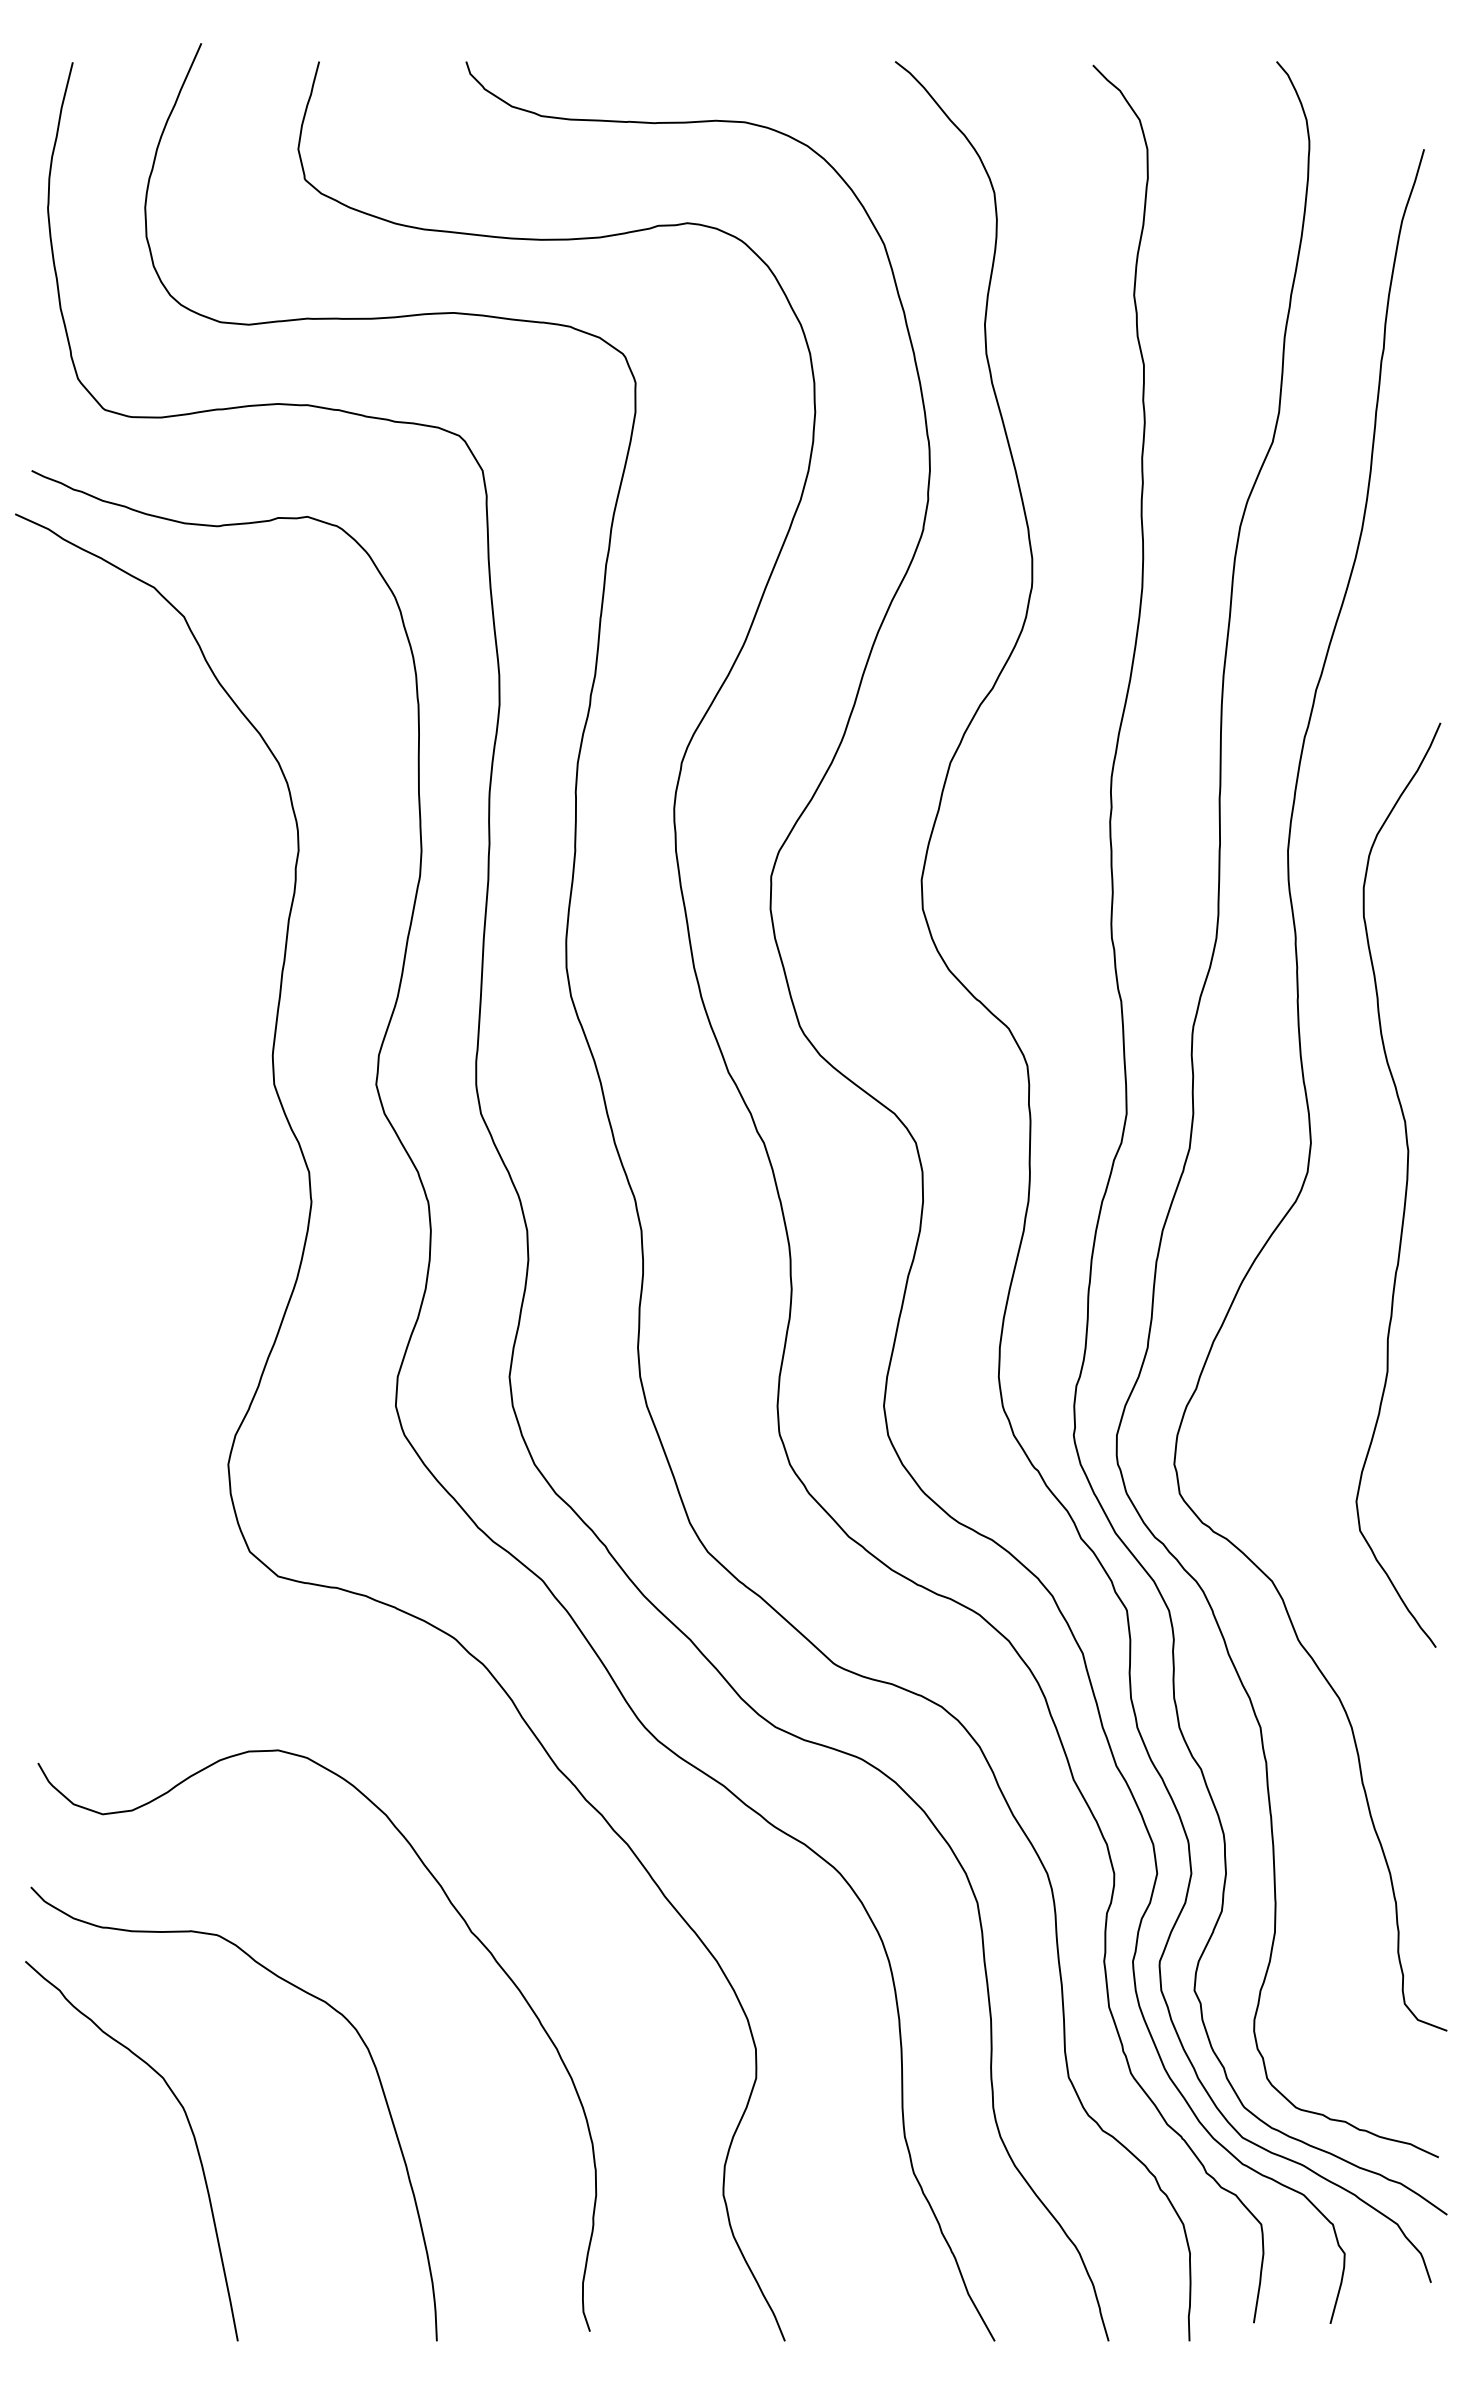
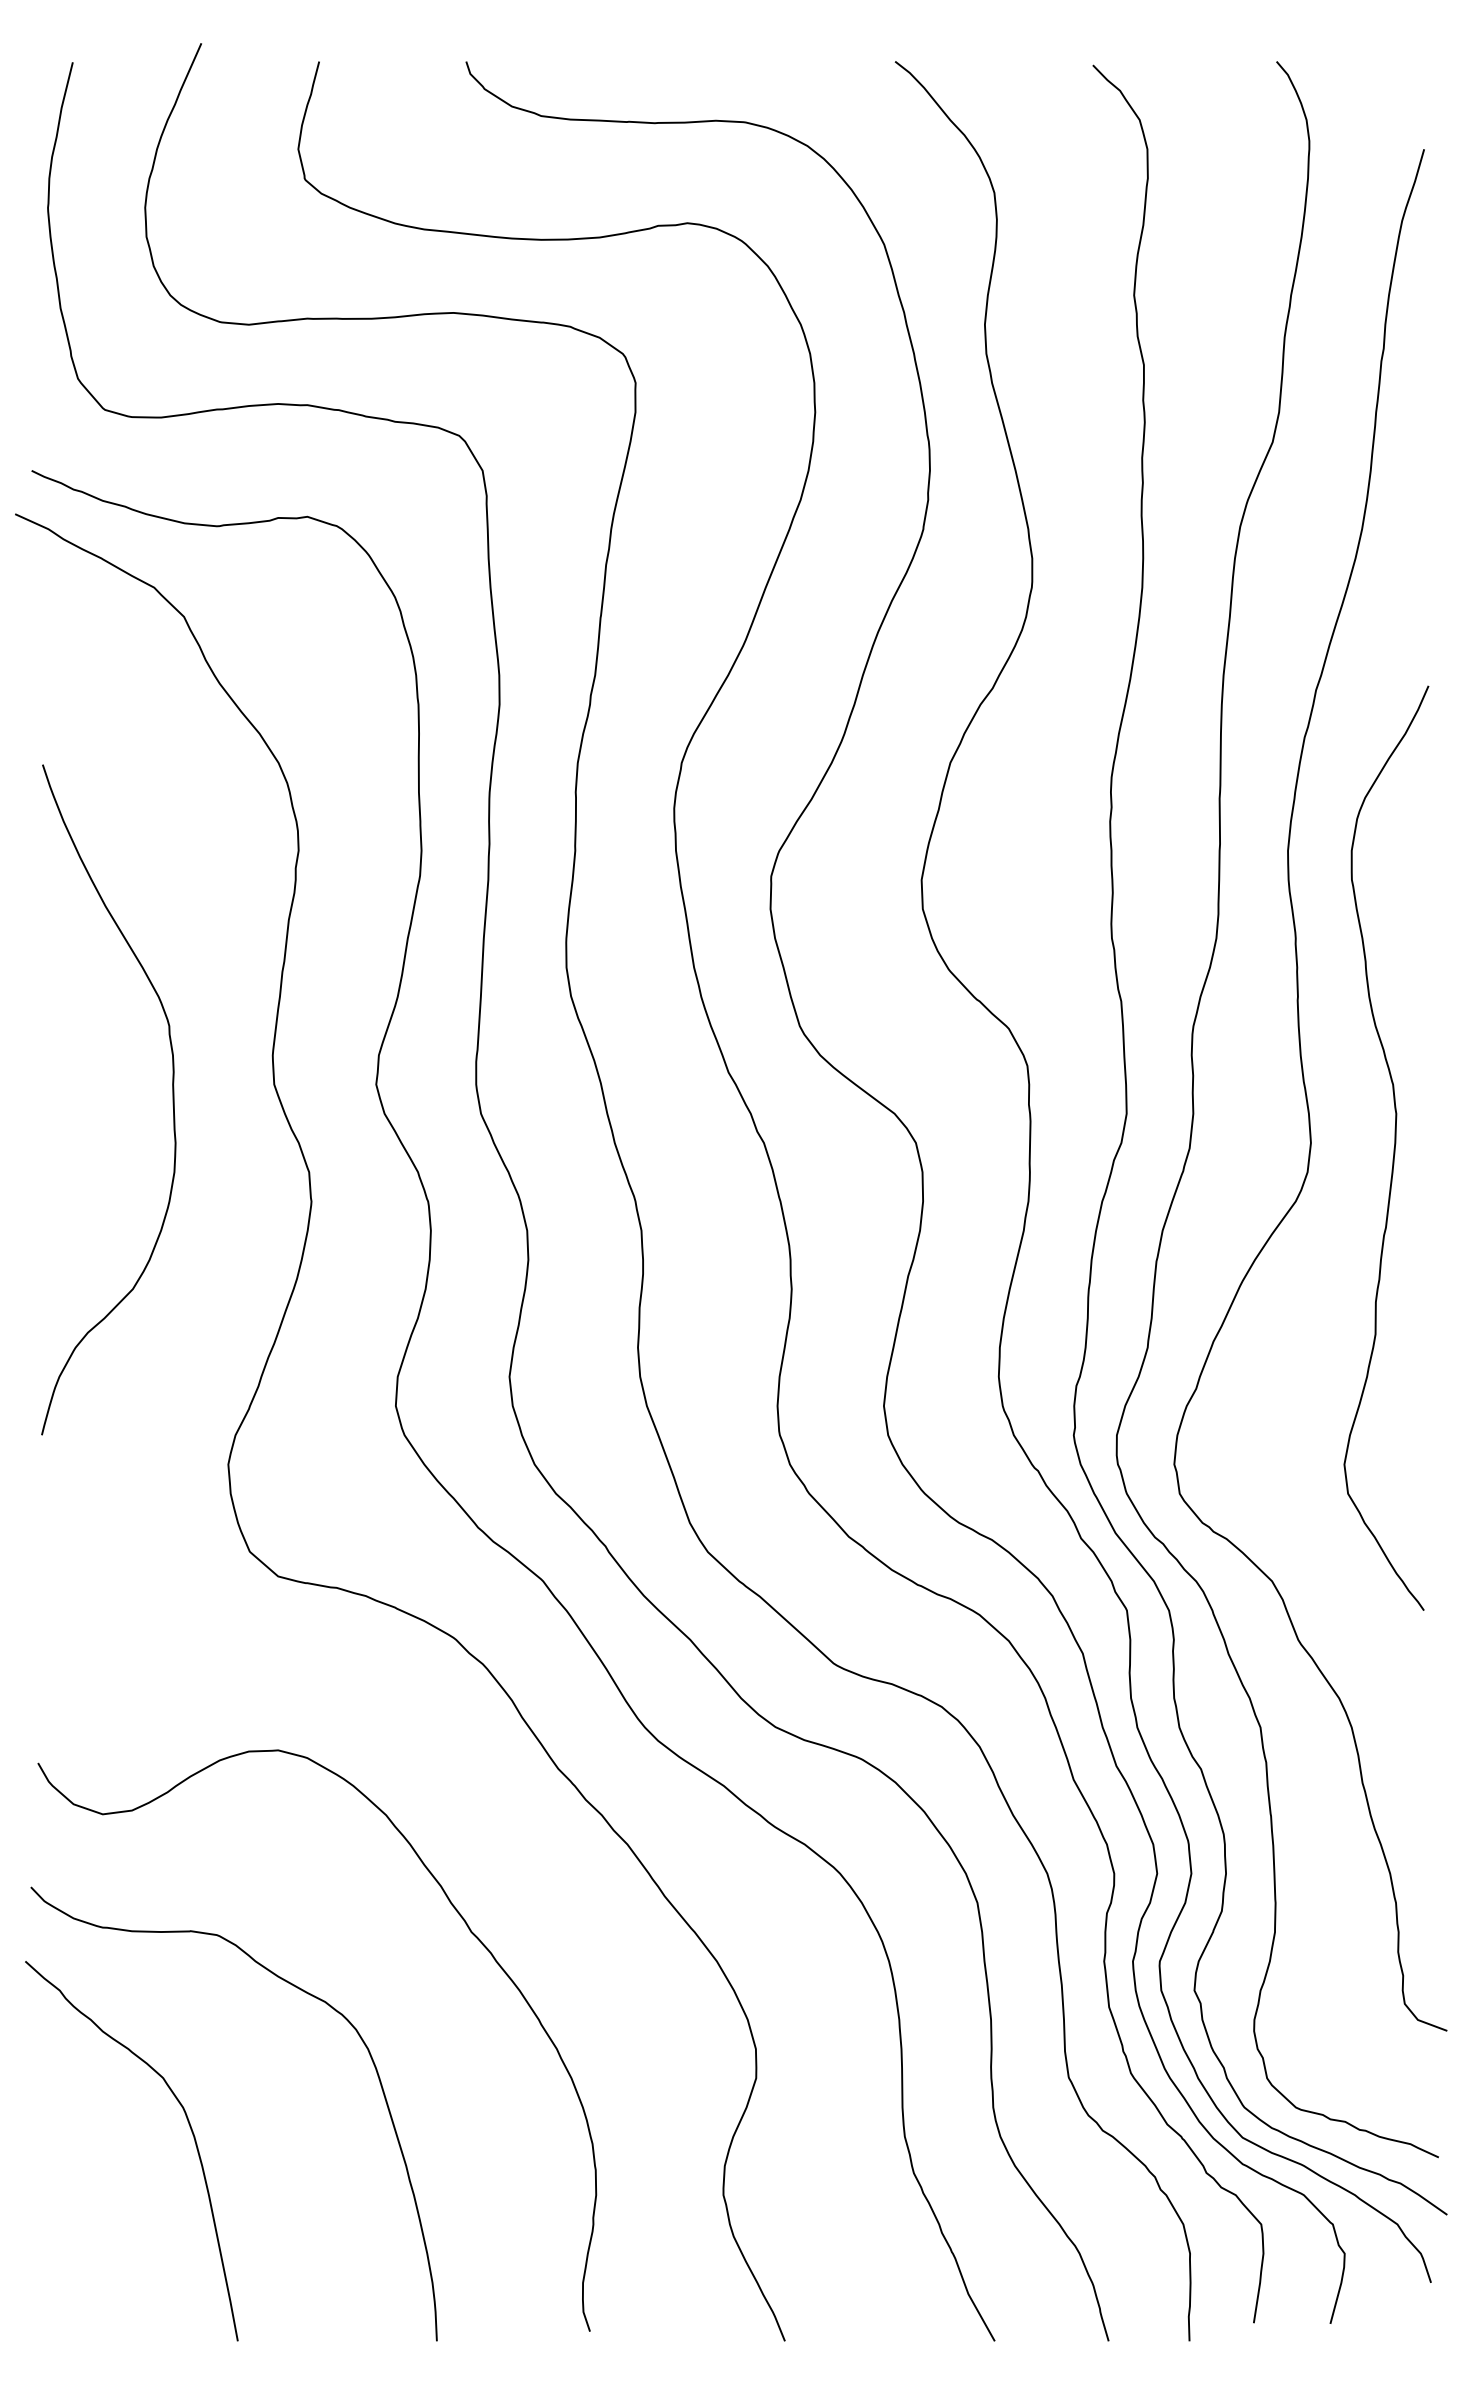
curve at (172, 1099): none -> present
curve at (1405, 1185) position: (1405, 1185) -> (1393, 1148)
